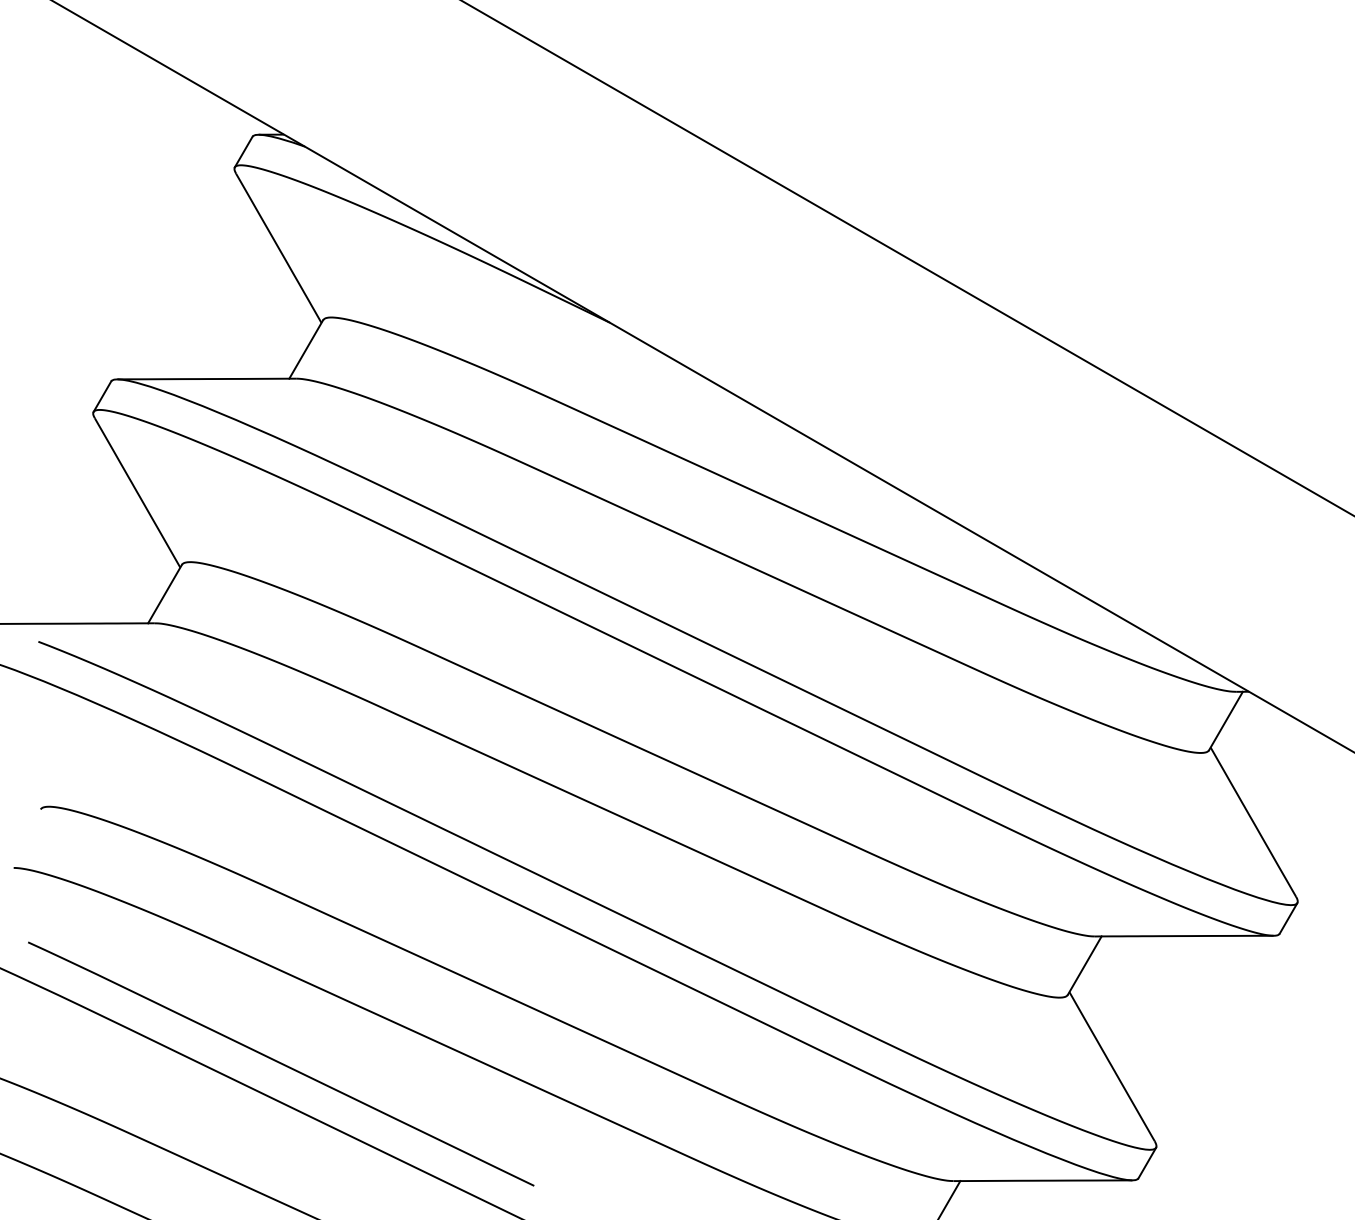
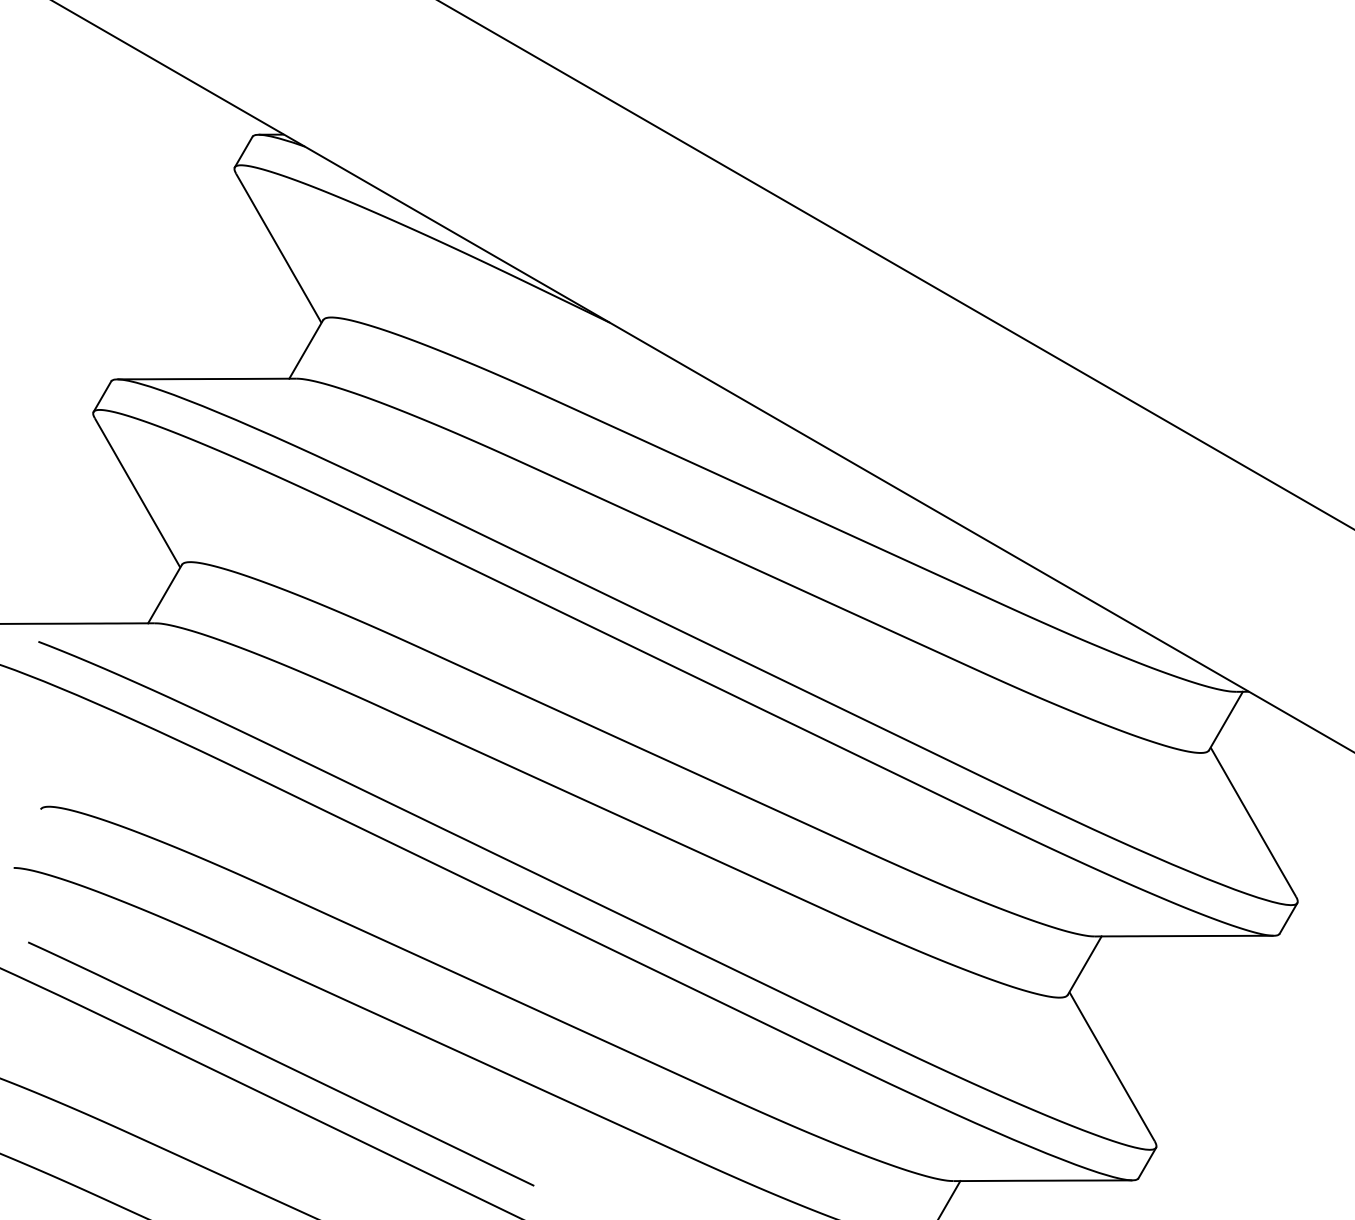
line at (907, 258) position: (907, 258) -> (895, 264)
